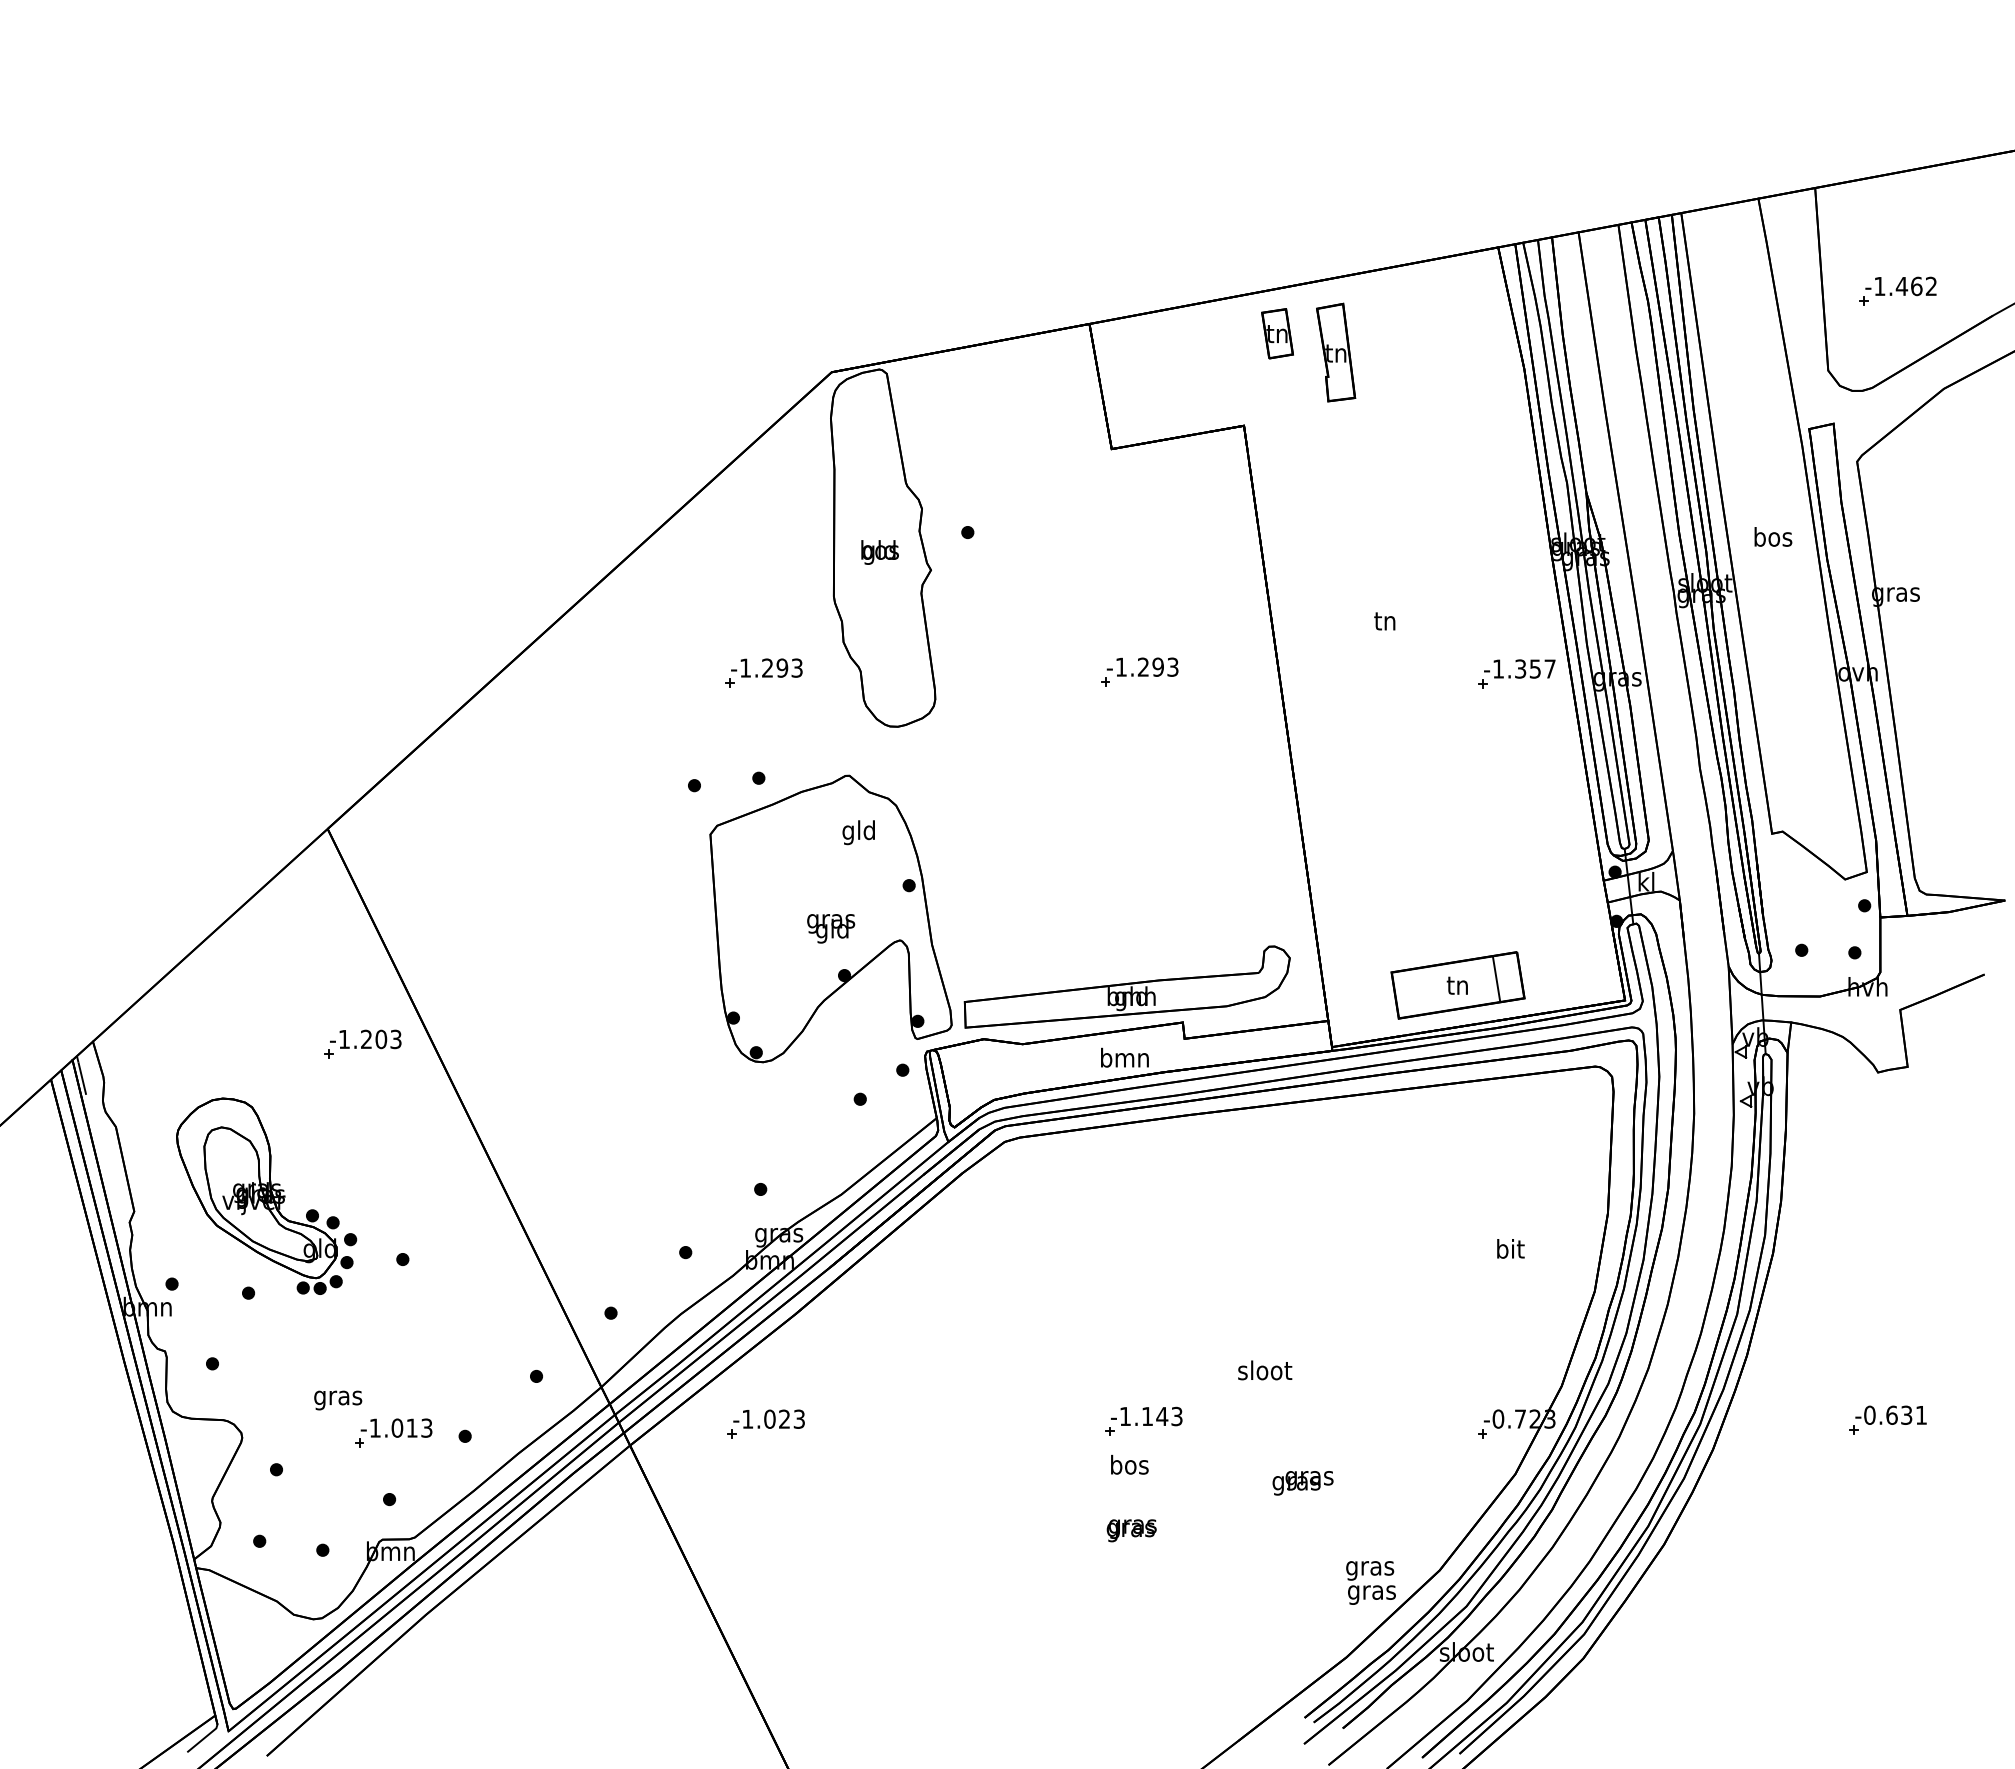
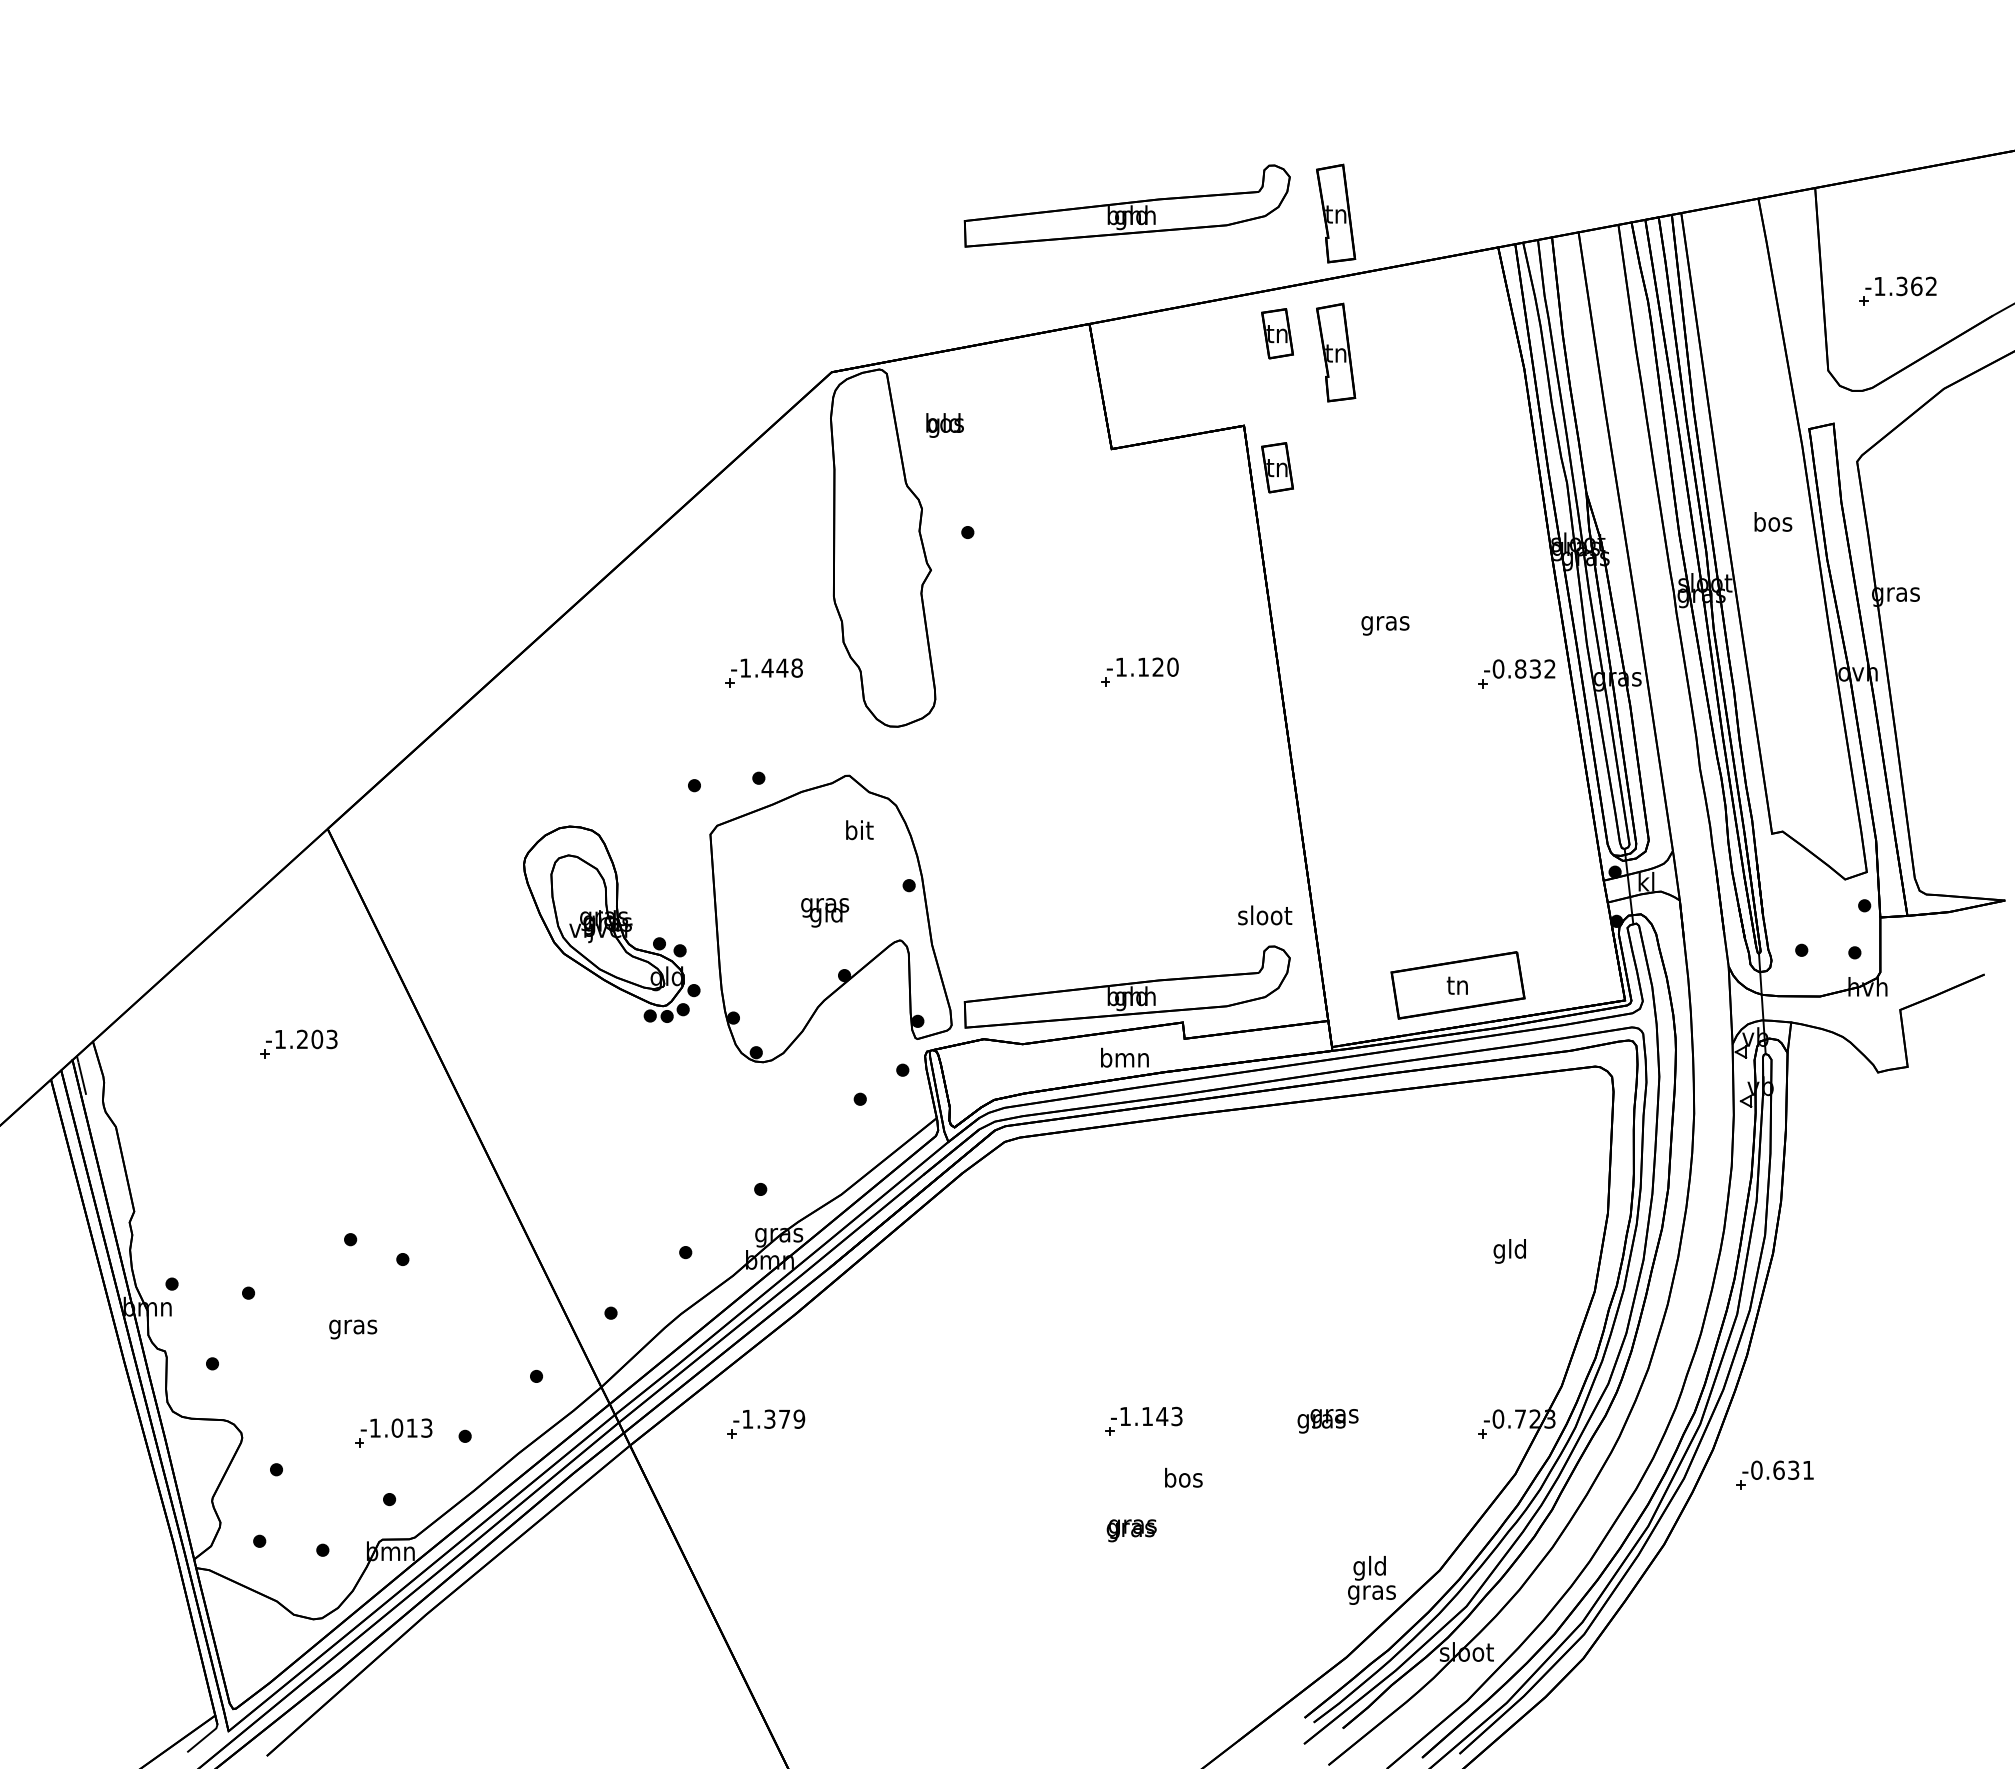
part at (1126, 205): none -> present
part at (1336, 213): none -> present
text at (1901, 286): -1.462 -> -1.362
part at (1277, 467): none -> present
text at (1773, 536) position: (1773, 536) -> (1773, 521)
text at (879, 552) position: (879, 552) -> (944, 425)
text at (1385, 623): tn -> gras
text at (1157, 666): -1.293 -> -1.120
text at (781, 667): -1.293 -> -1.448
text at (1523, 668): -1.357 -> -0.832
text at (858, 832): gld -> bit
text at (831, 928) position: (831, 928) -> (825, 912)
line at (1496, 978): present -> none
part at (362, 1043) position: (362, 1043) -> (298, 1043)
part at (264, 1195) position: (264, 1195) -> (611, 923)
text at (1509, 1251): bit -> gld
text at (1265, 1370) position: (1265, 1370) -> (1265, 915)
text at (338, 1400) position: (338, 1400) -> (353, 1329)
text at (784, 1418): -1.023 -> -1.379
part at (1887, 1419) position: (1887, 1419) -> (1774, 1474)
text at (1129, 1464) position: (1129, 1464) -> (1183, 1477)
text at (1302, 1483) position: (1302, 1483) -> (1327, 1421)
text at (1370, 1568): gras -> gld
